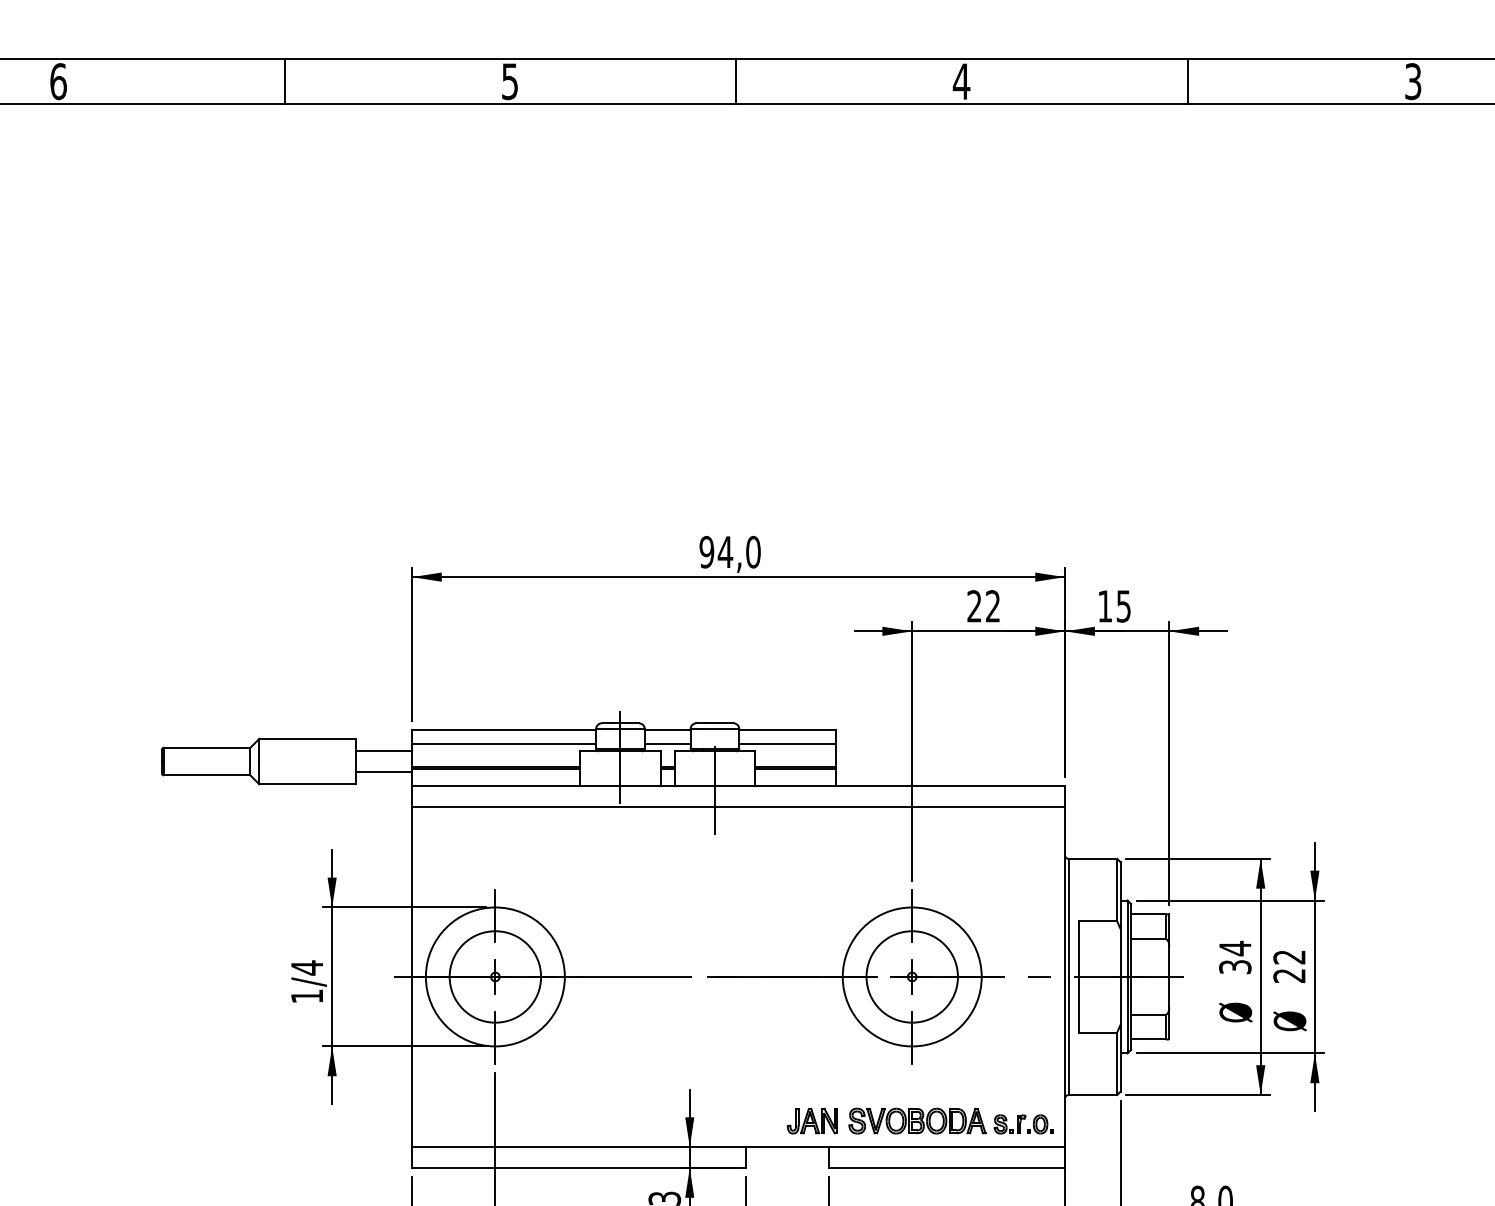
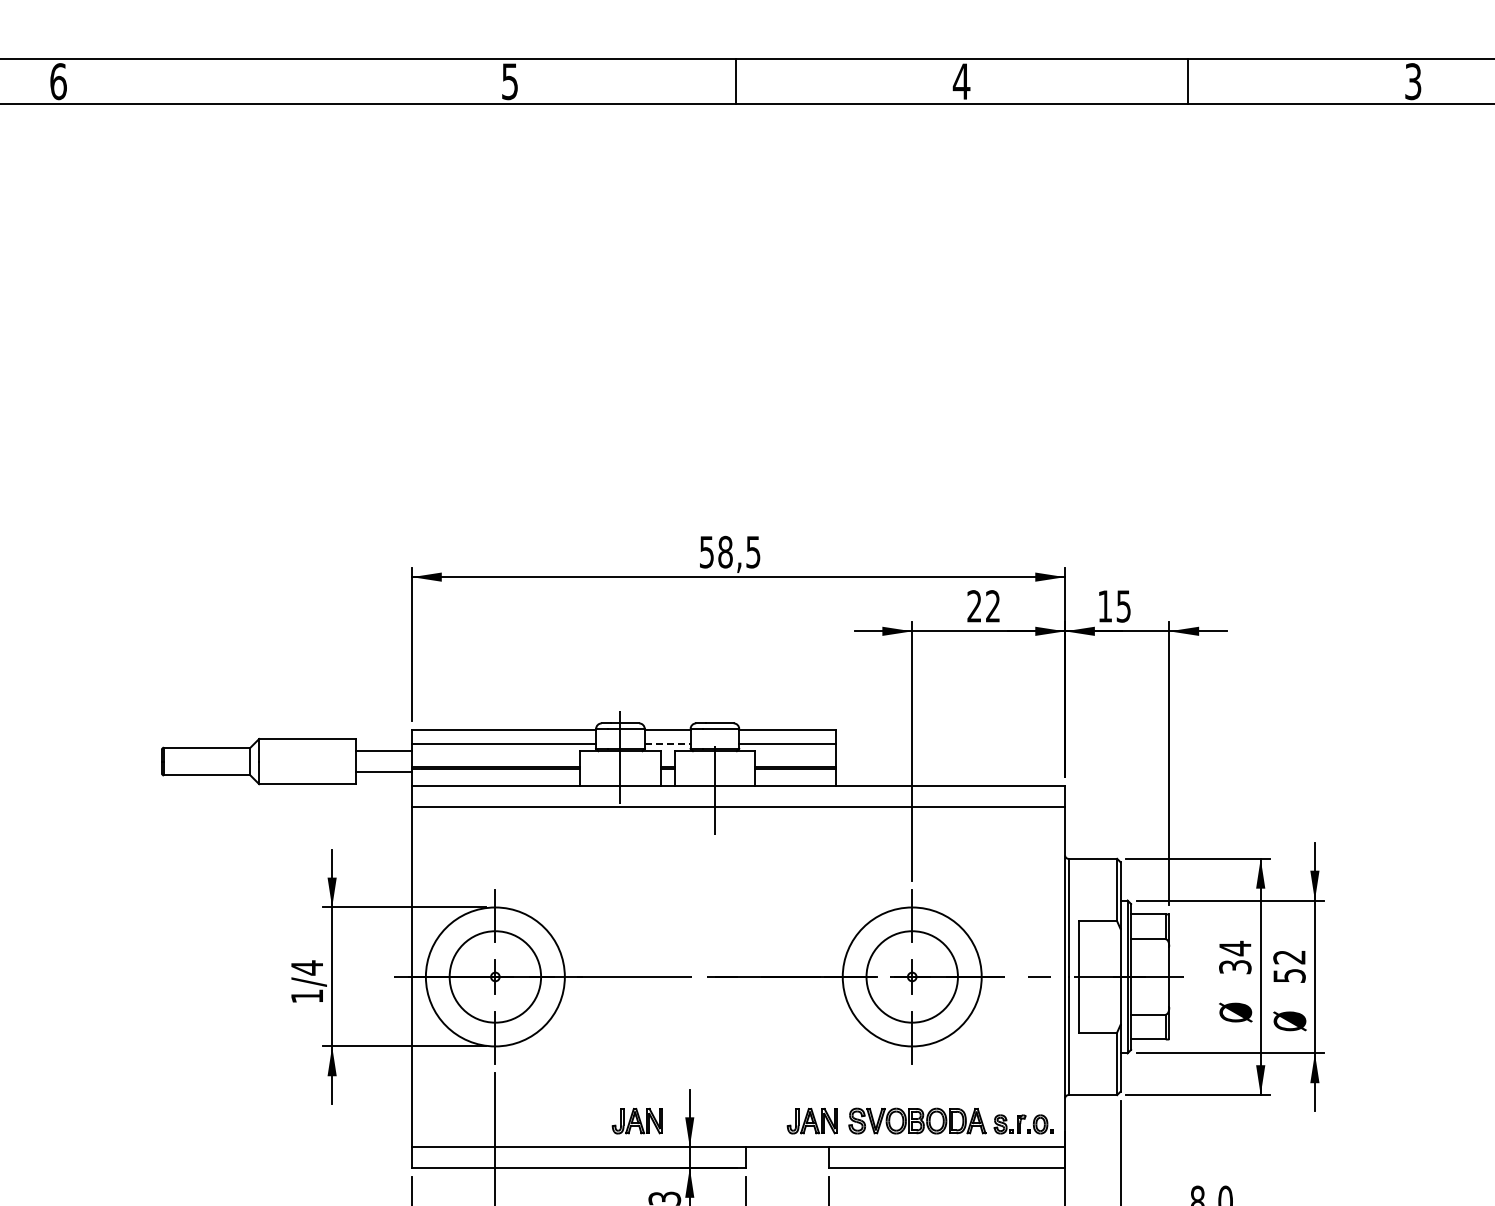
line at (284, 80): present -> none
text at (729, 551): 94,0 -> 58,5
line at (667, 744): solid -> dashed
text at (1289, 975): 22 -> 52
part at (636, 1121): none -> present
